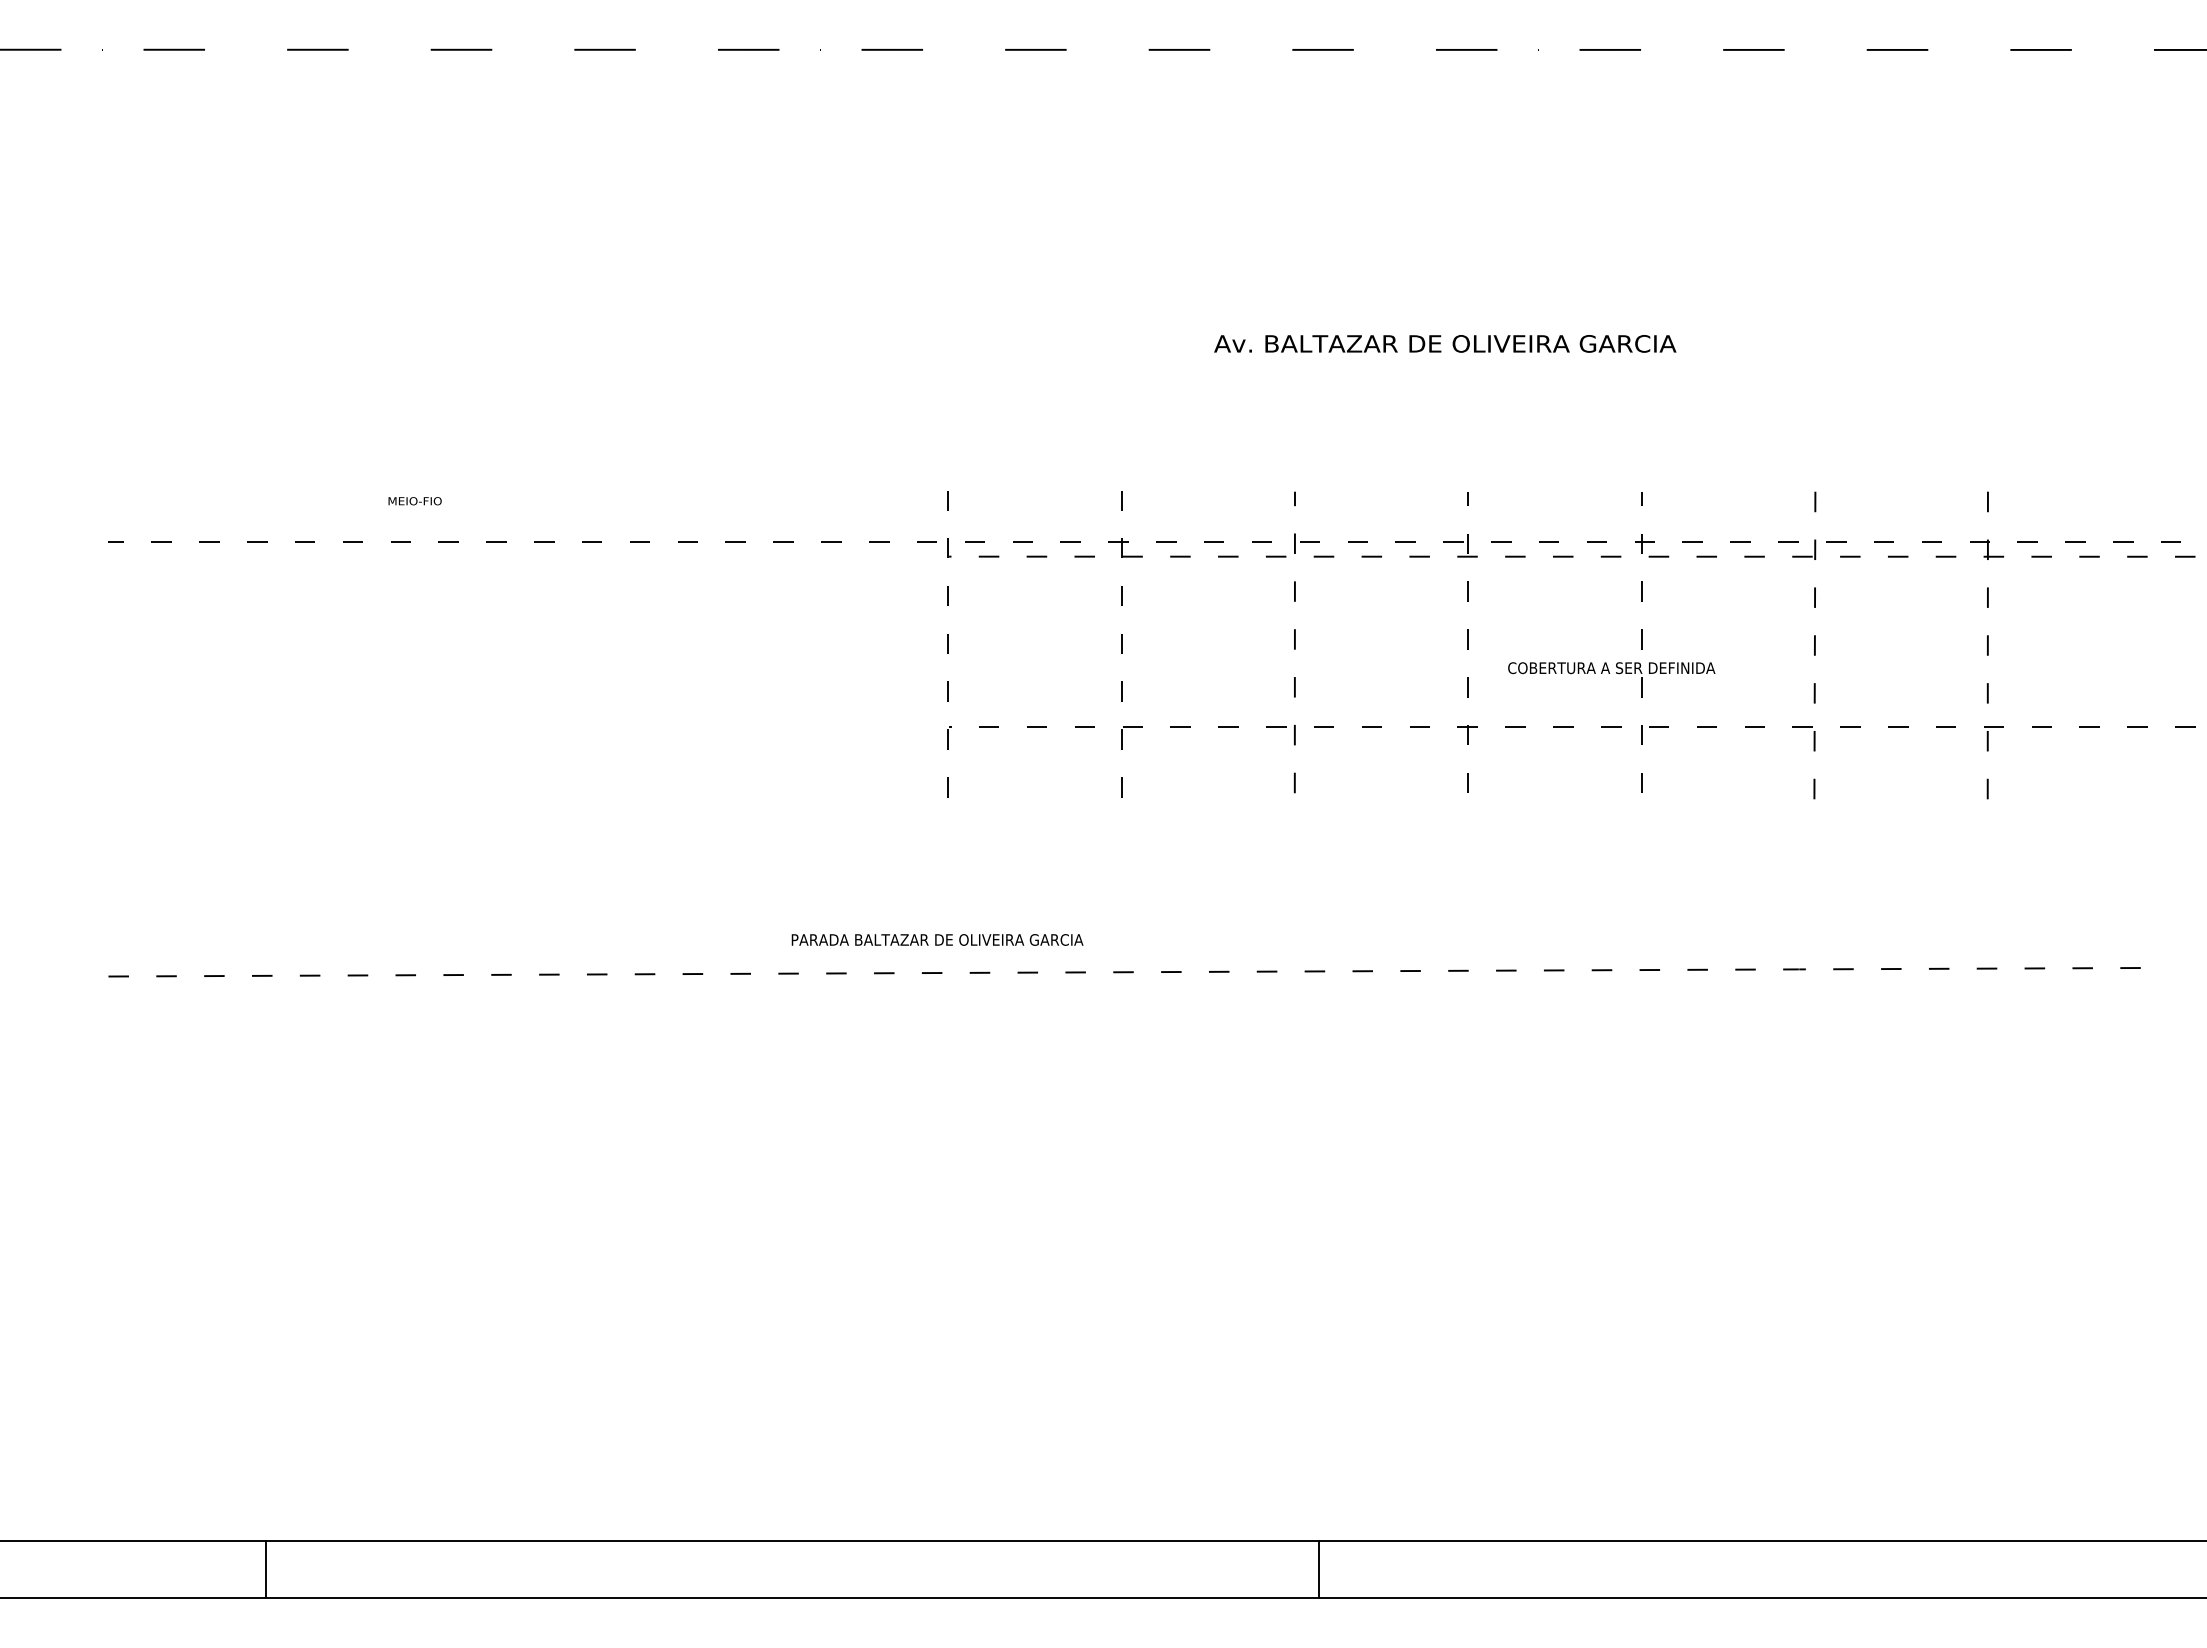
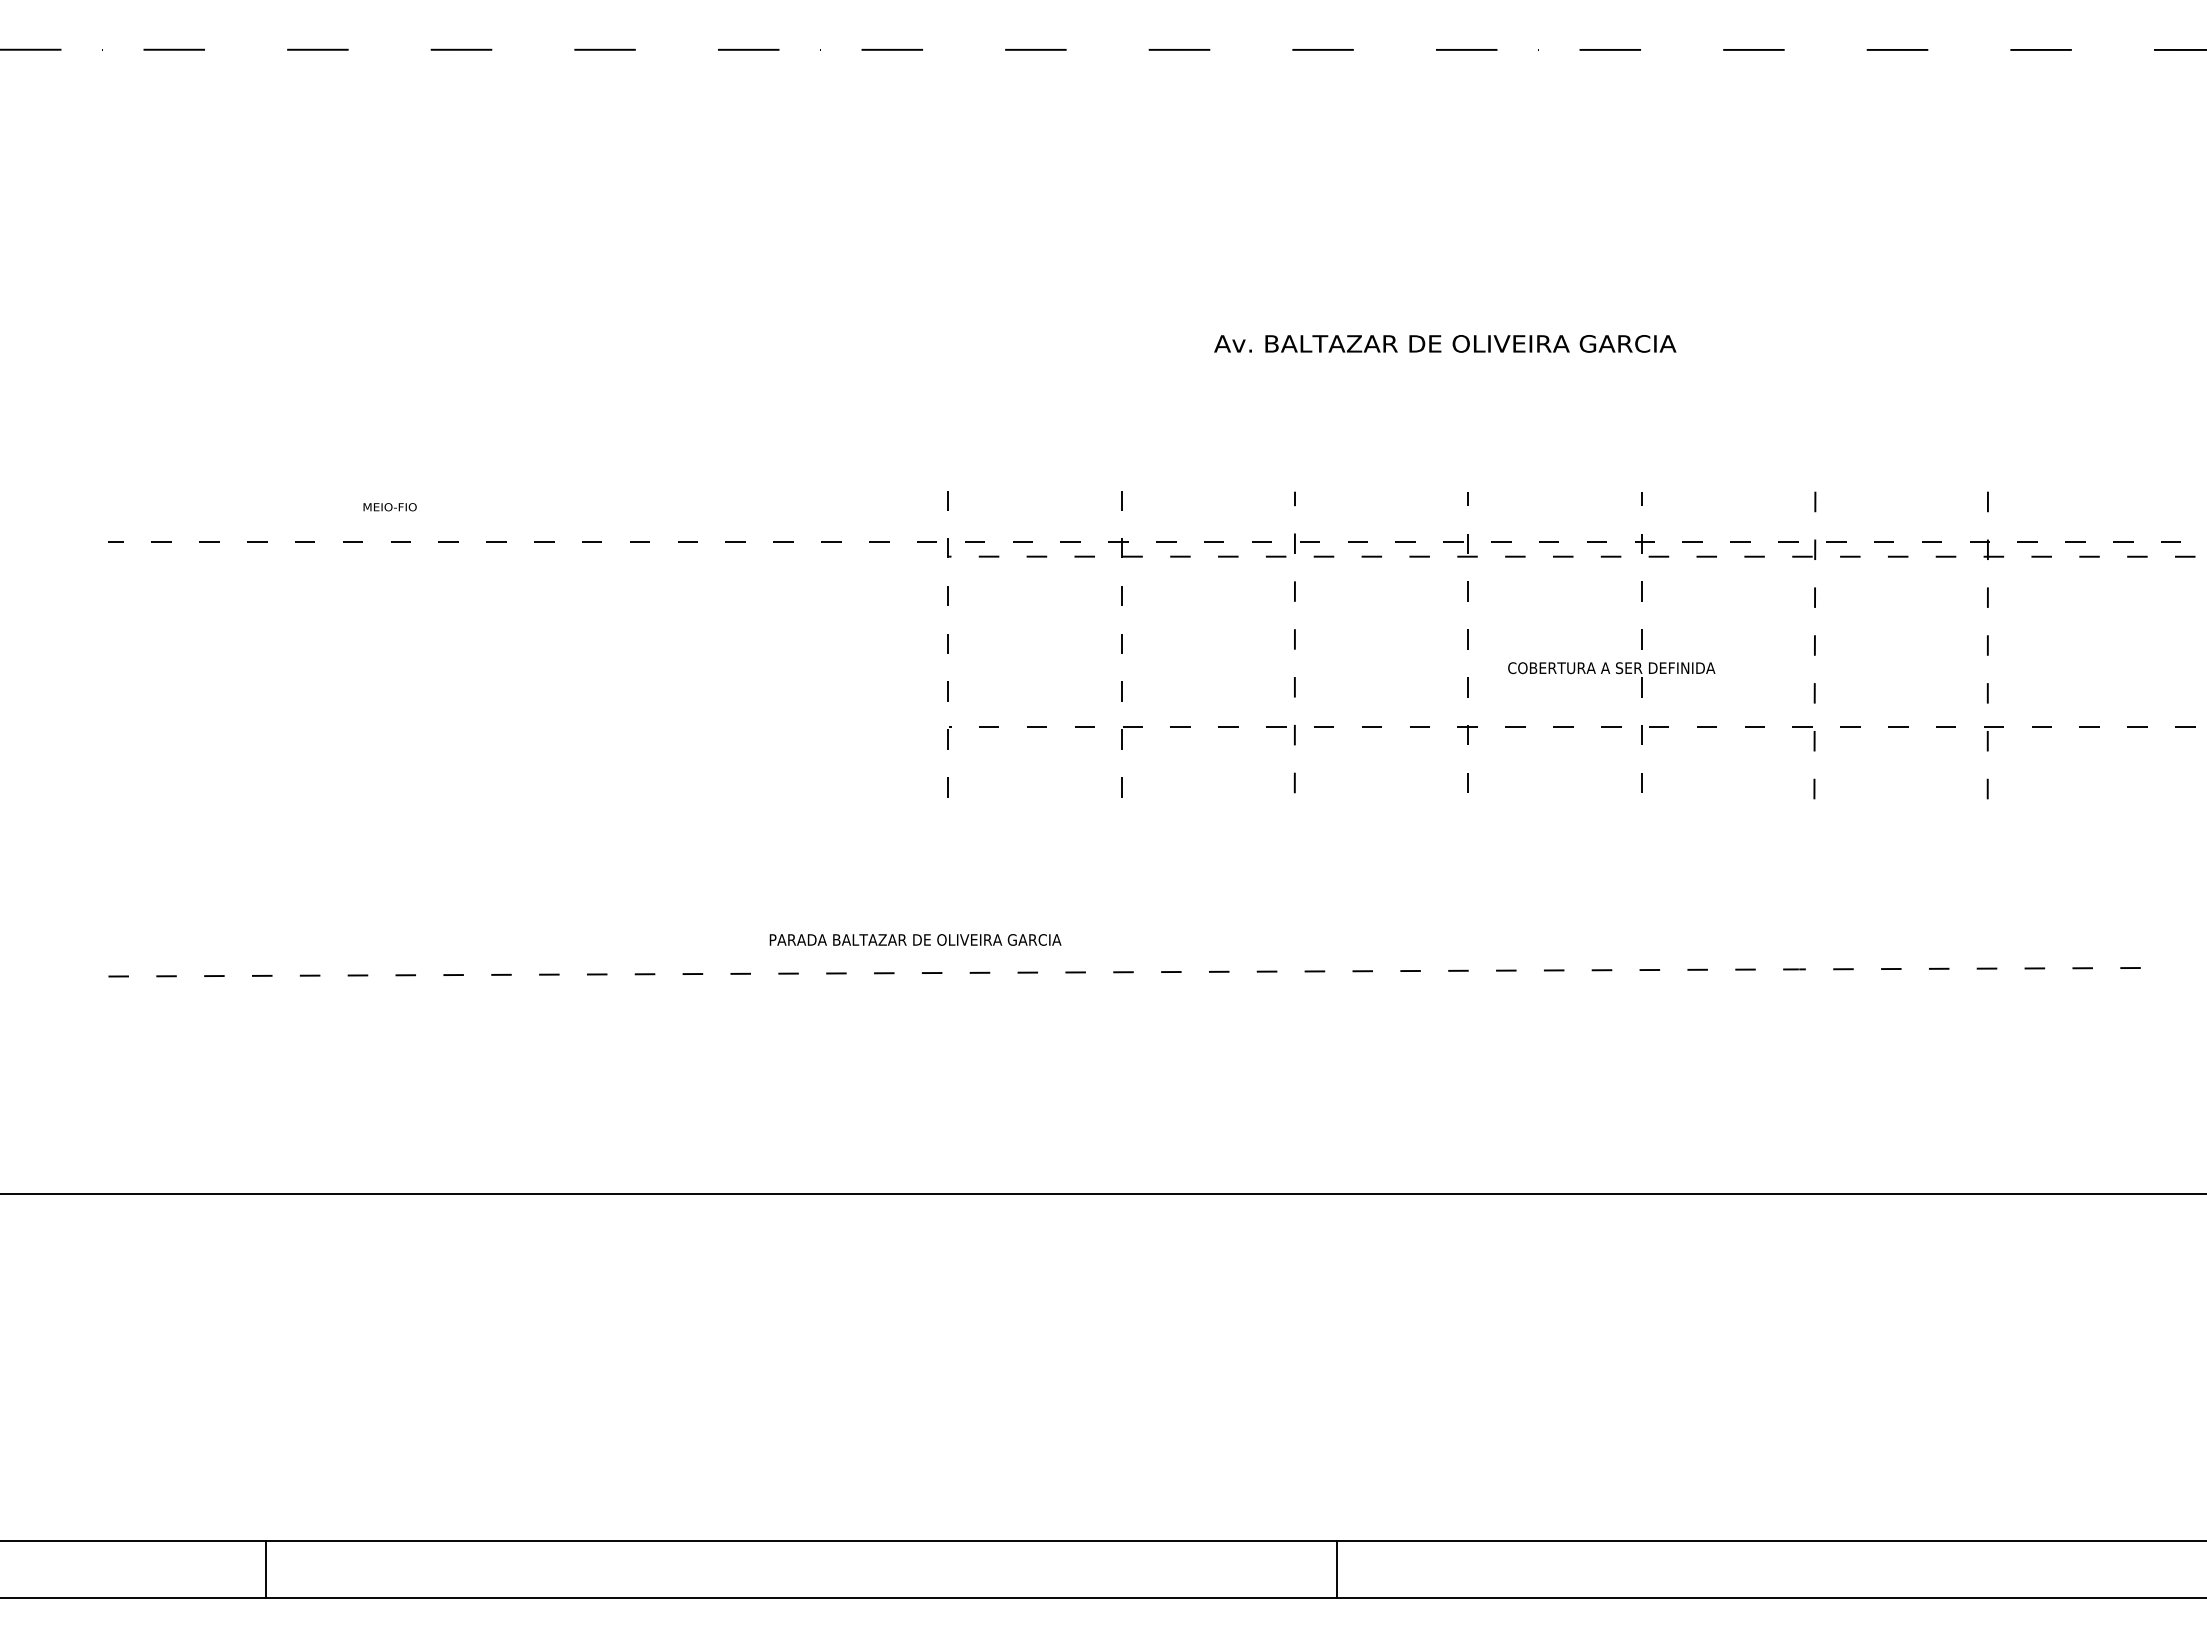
text at (414, 501) position: (414, 501) -> (389, 507)
text at (937, 939) position: (937, 939) -> (915, 939)
line at (1102, 1193): none -> present
line at (1318, 1569) position: (1318, 1569) -> (1336, 1569)
